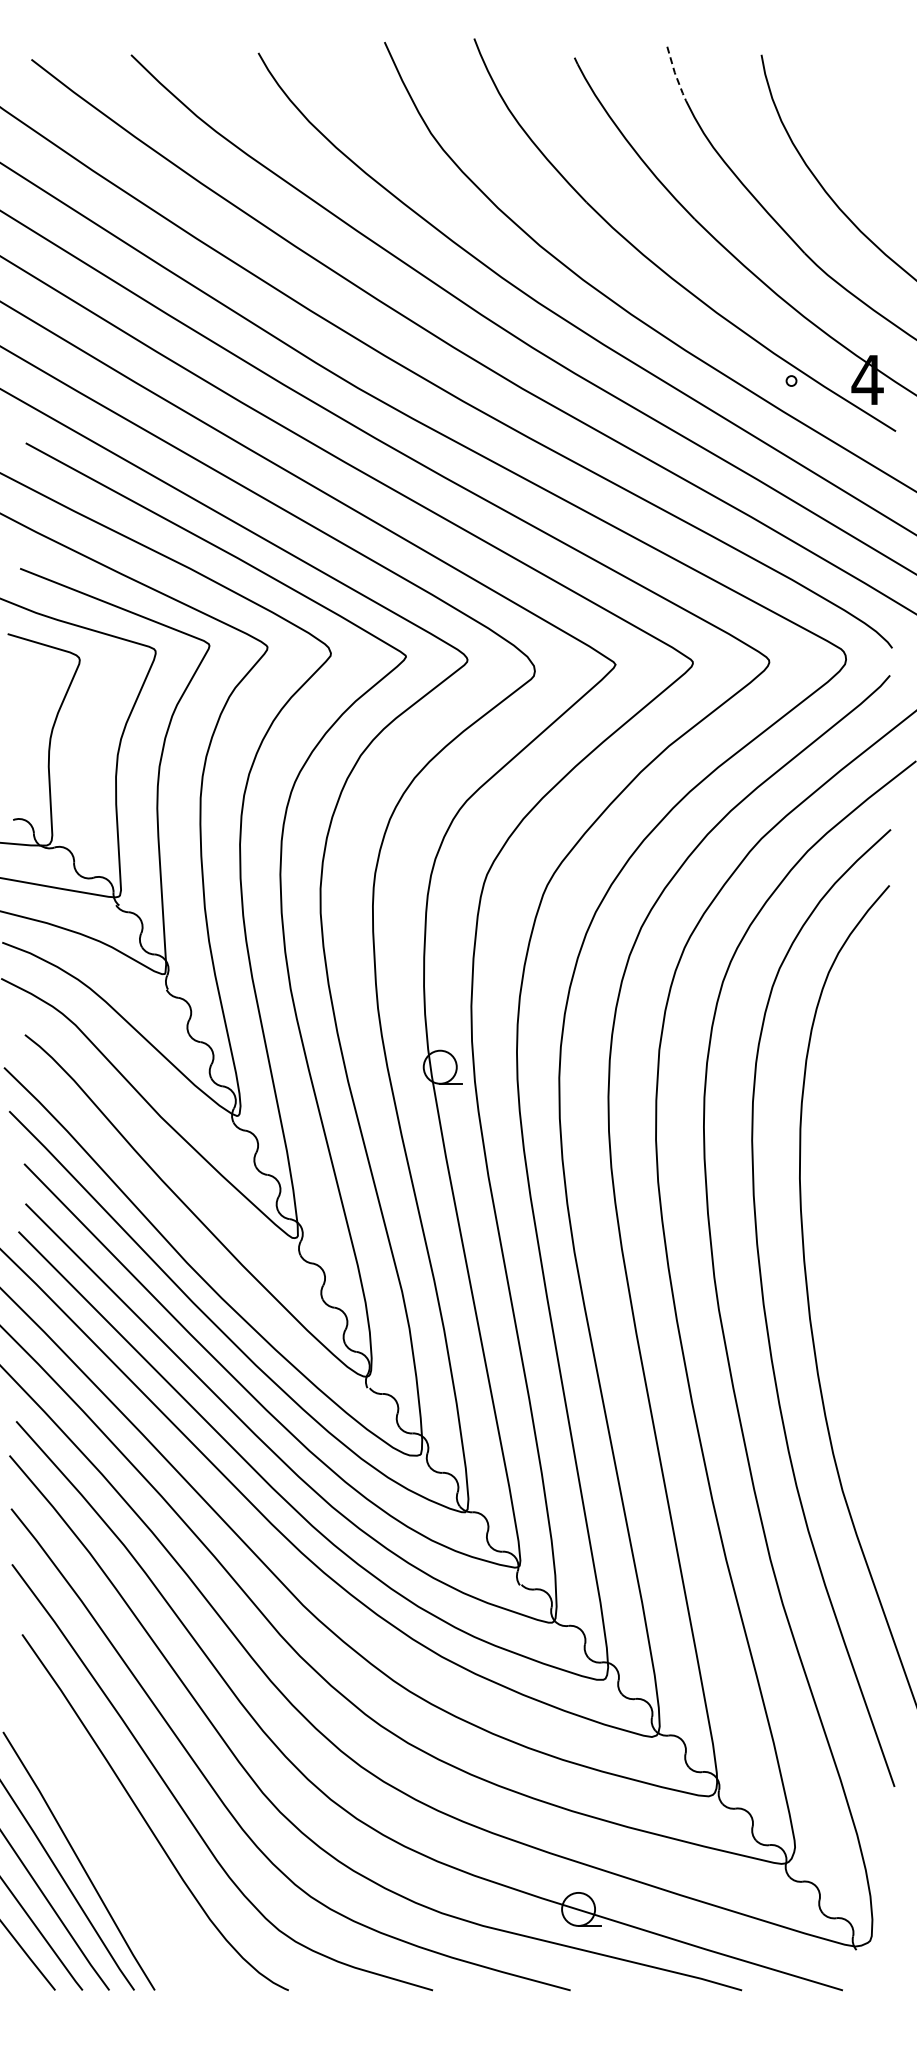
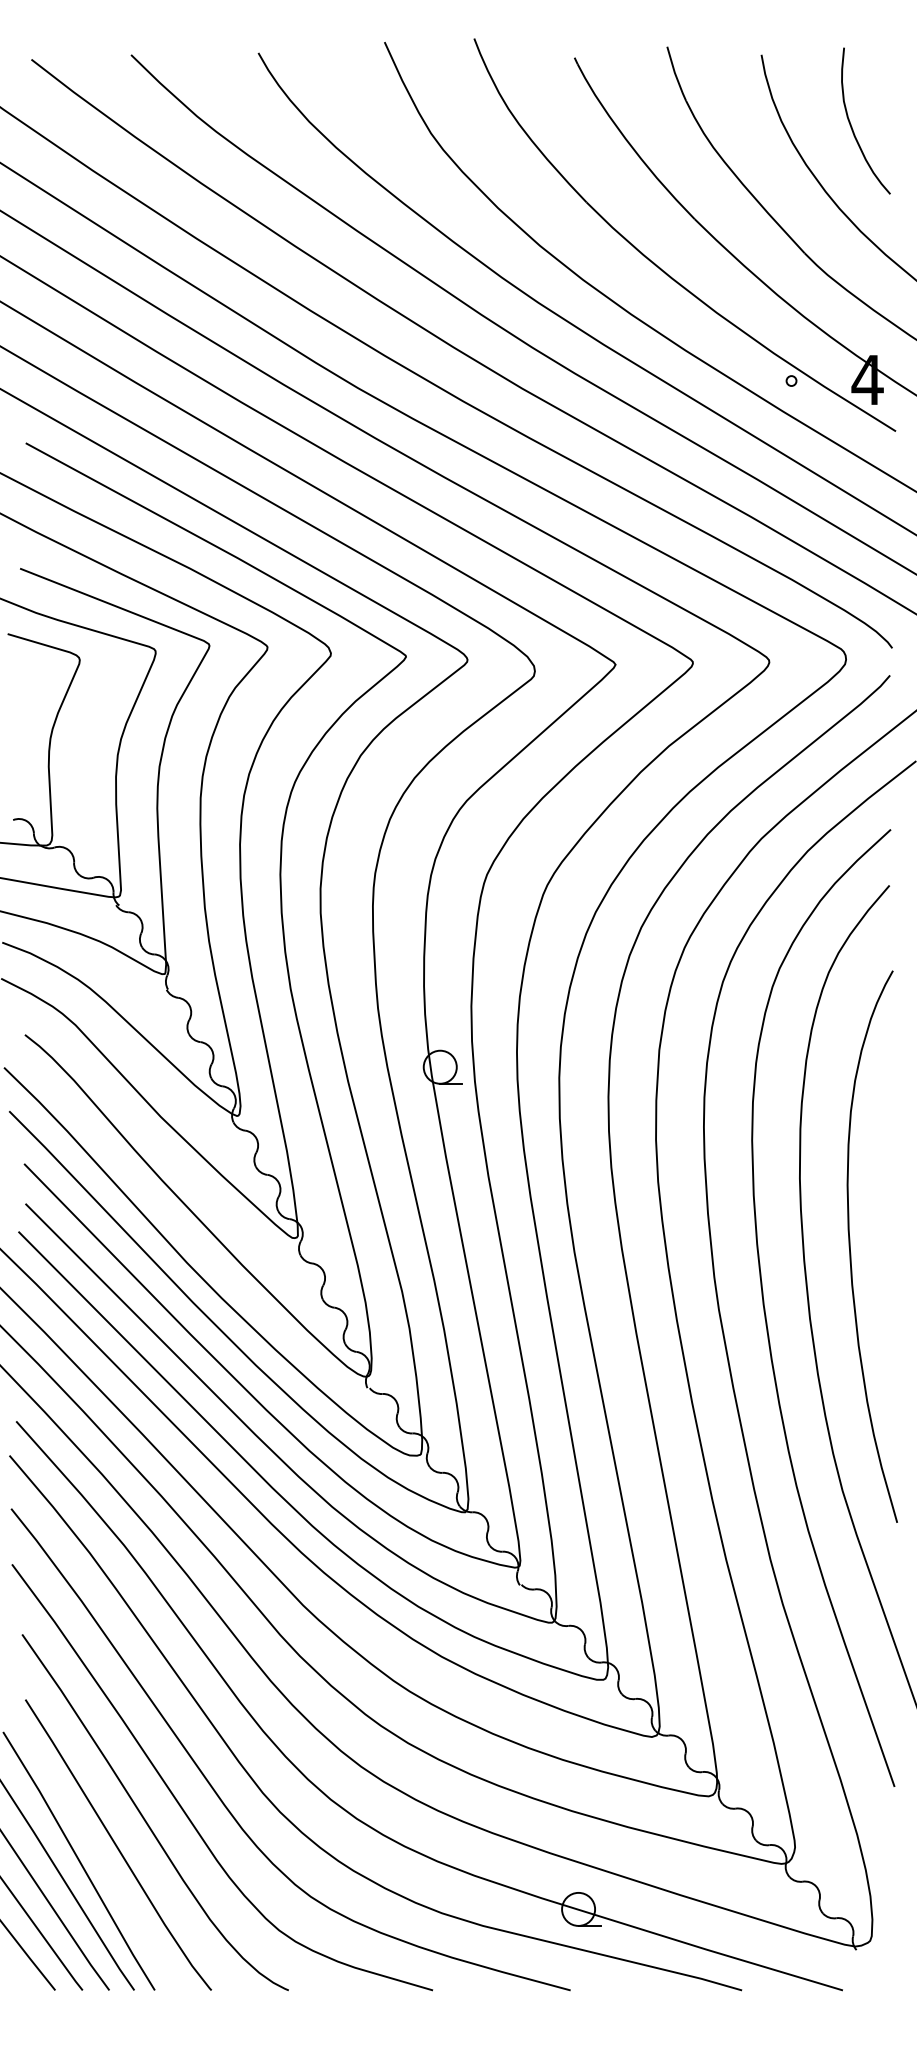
line at (675, 74): dashed -> solid
curve at (852, 126): none -> present
curve at (850, 1246): none -> present
curve at (117, 1845): none -> present
